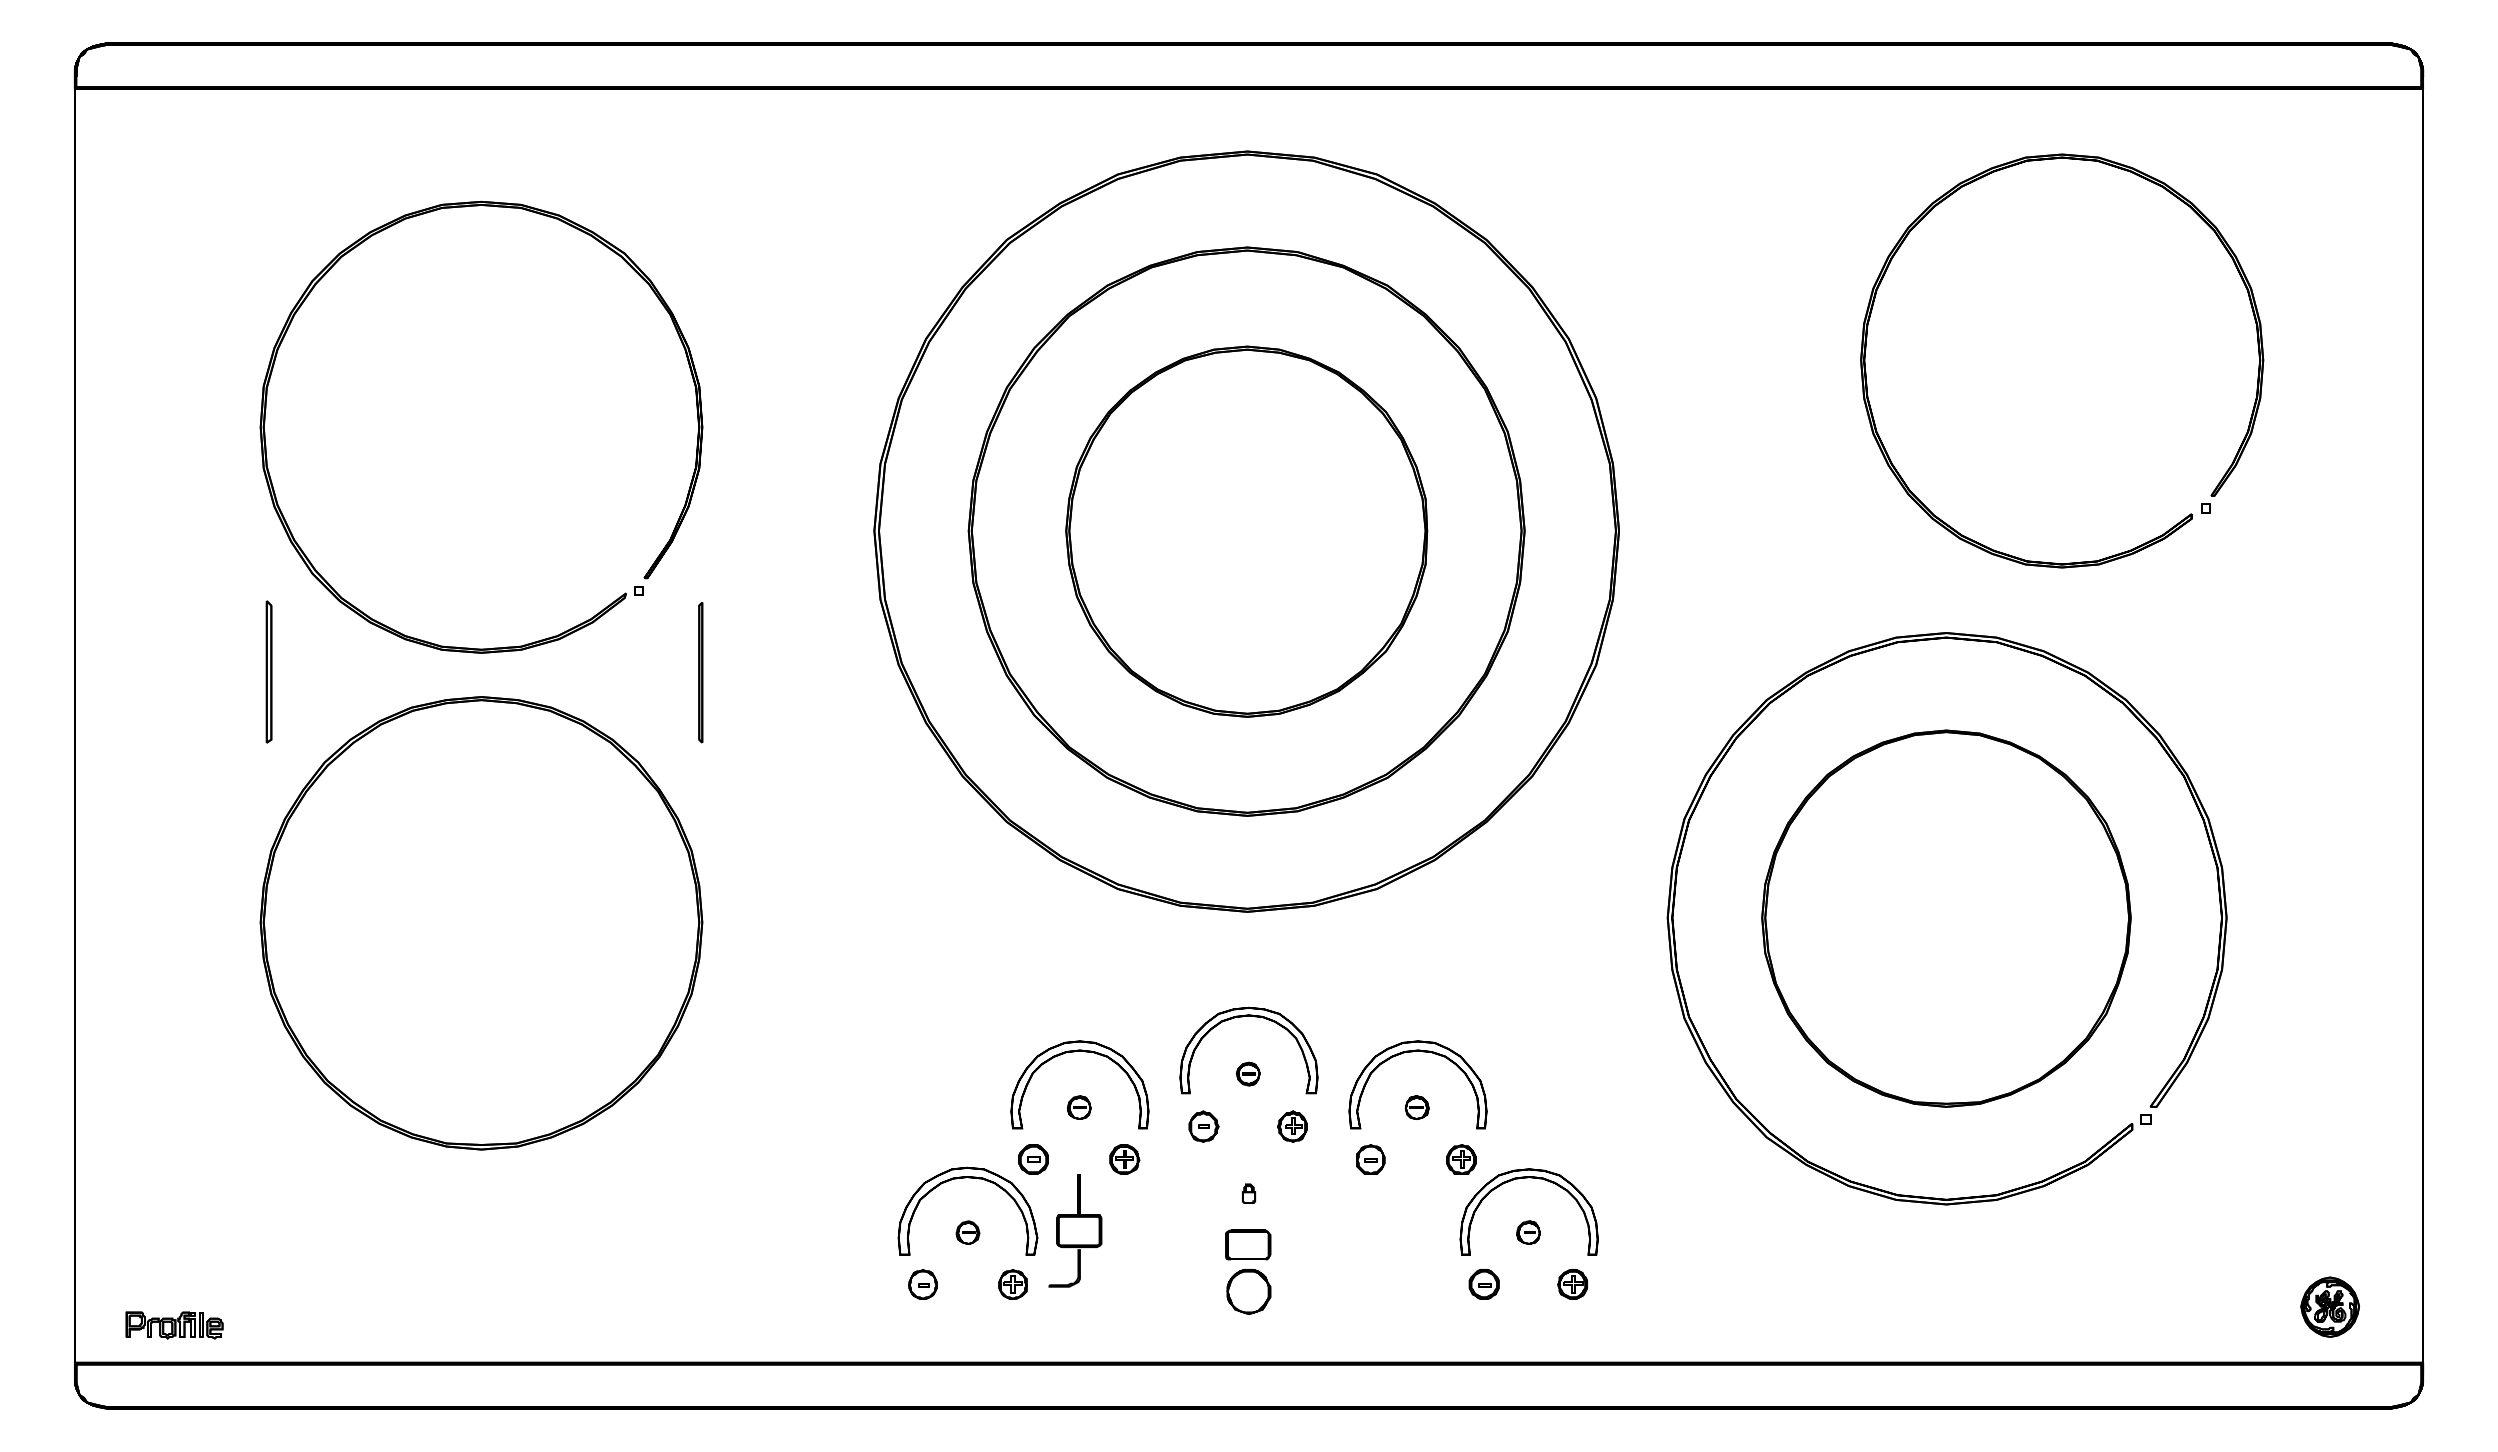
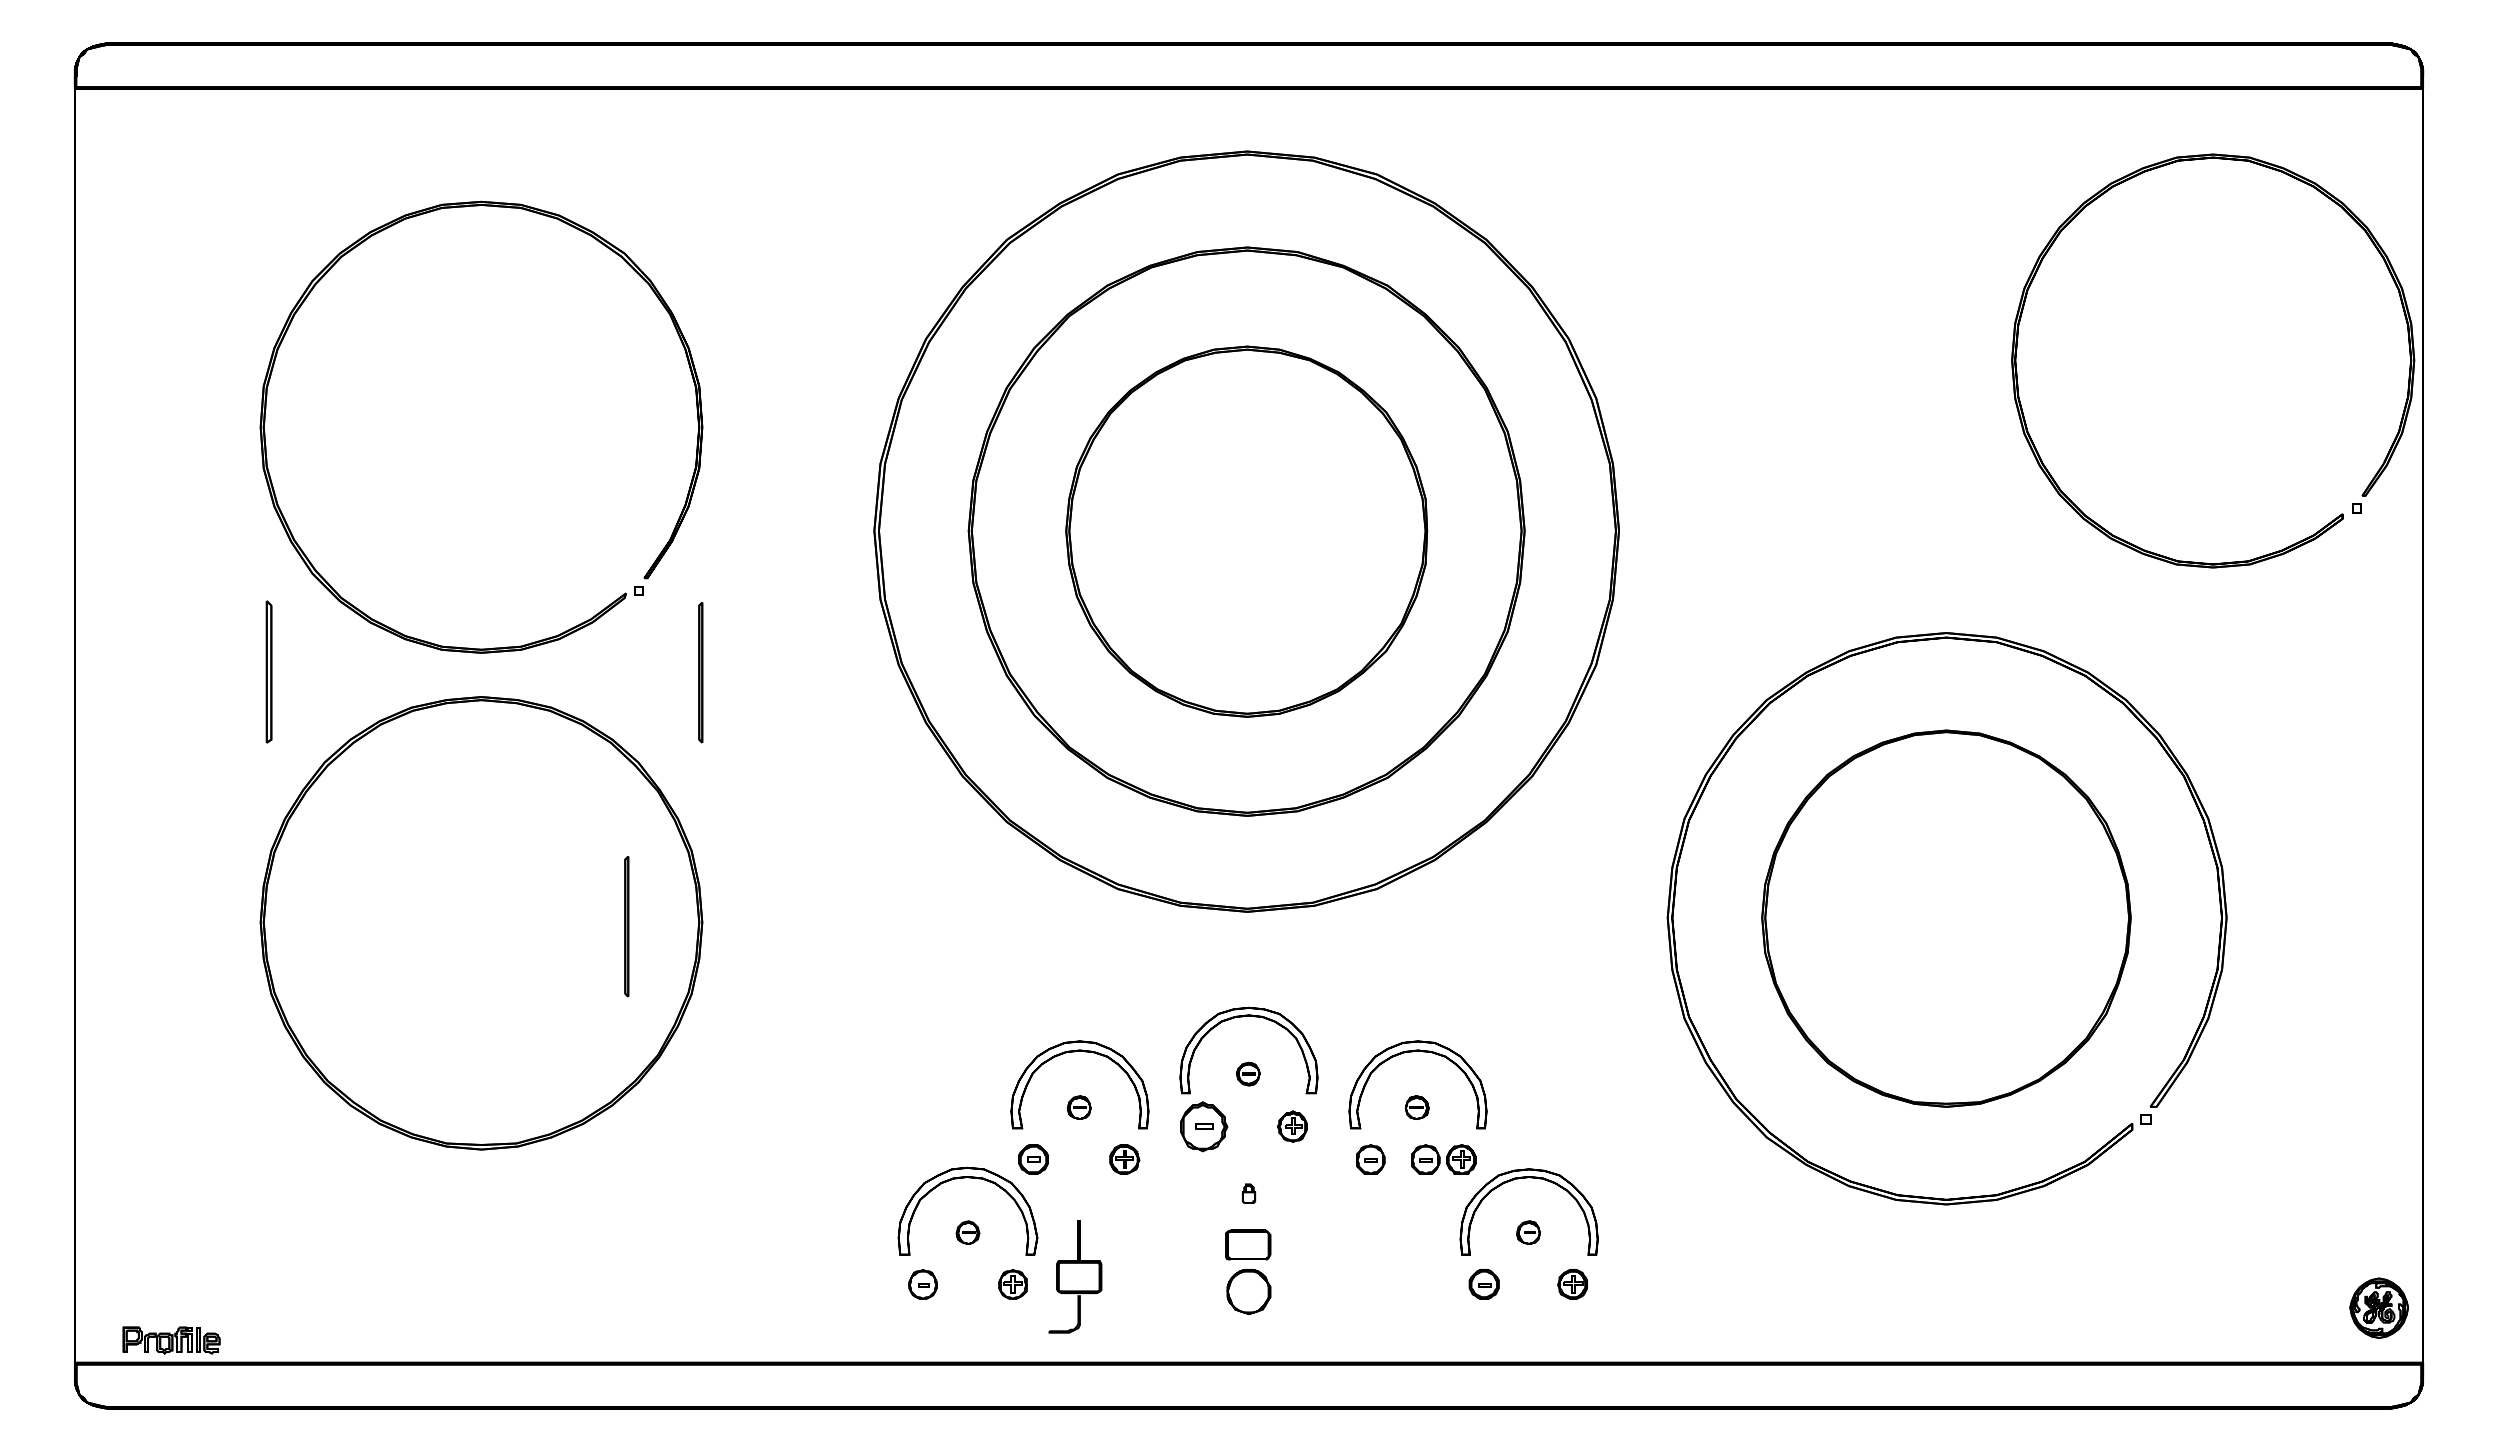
part at (2257, 344) position: (2257, 344) -> (2408, 344)
part at (626, 926): none -> present
part at (1203, 1126) size: 32x33 px -> 49x52 px
part at (1425, 1159): none -> present
part at (1075, 1230) position: (1075, 1230) -> (1075, 1276)
part at (2329, 1306) position: (2329, 1306) -> (2378, 1307)
part at (174, 1325) position: (174, 1325) -> (171, 1340)
